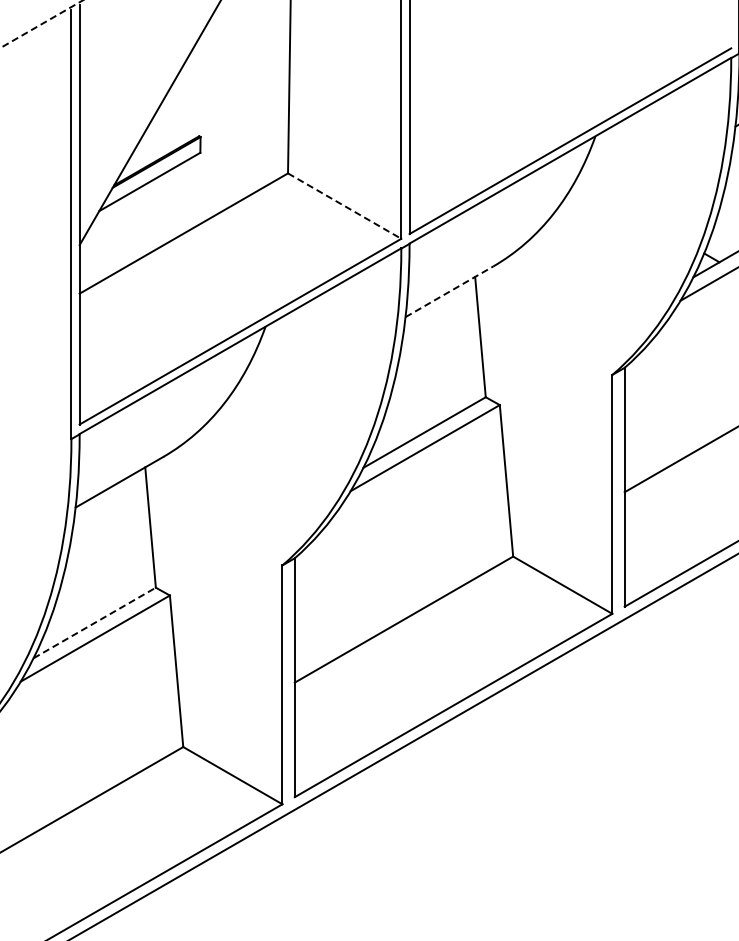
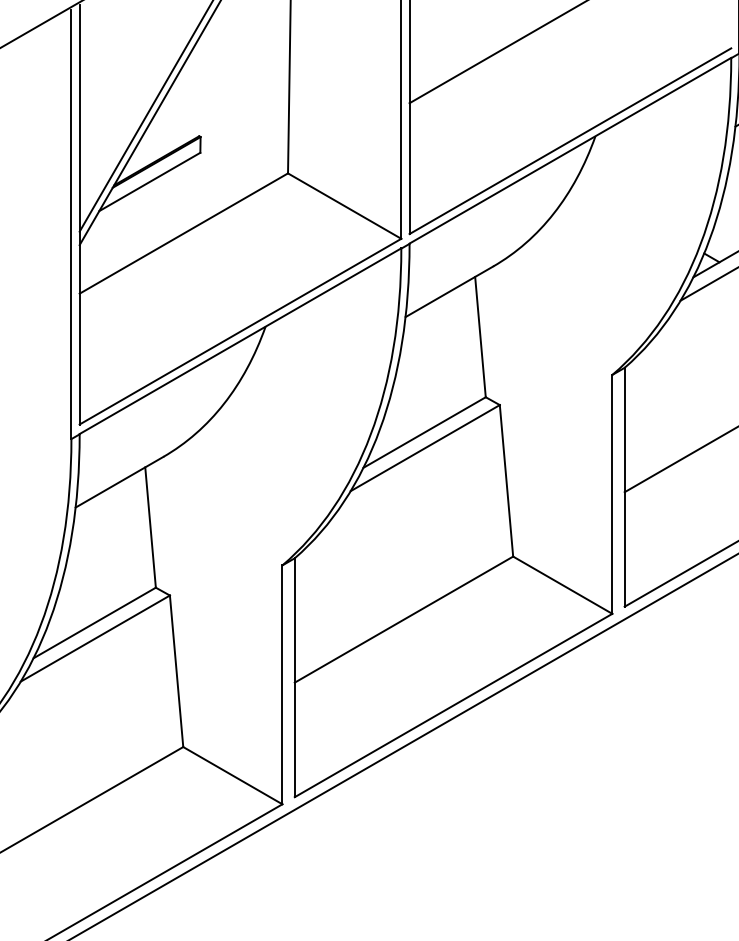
line at (41, 24): dashed -> solid
line at (496, 52): none -> present
line at (145, 116): none -> present
line at (345, 206): dashed -> solid
line at (449, 291): dashed -> solid
line at (94, 622): dashed -> solid
